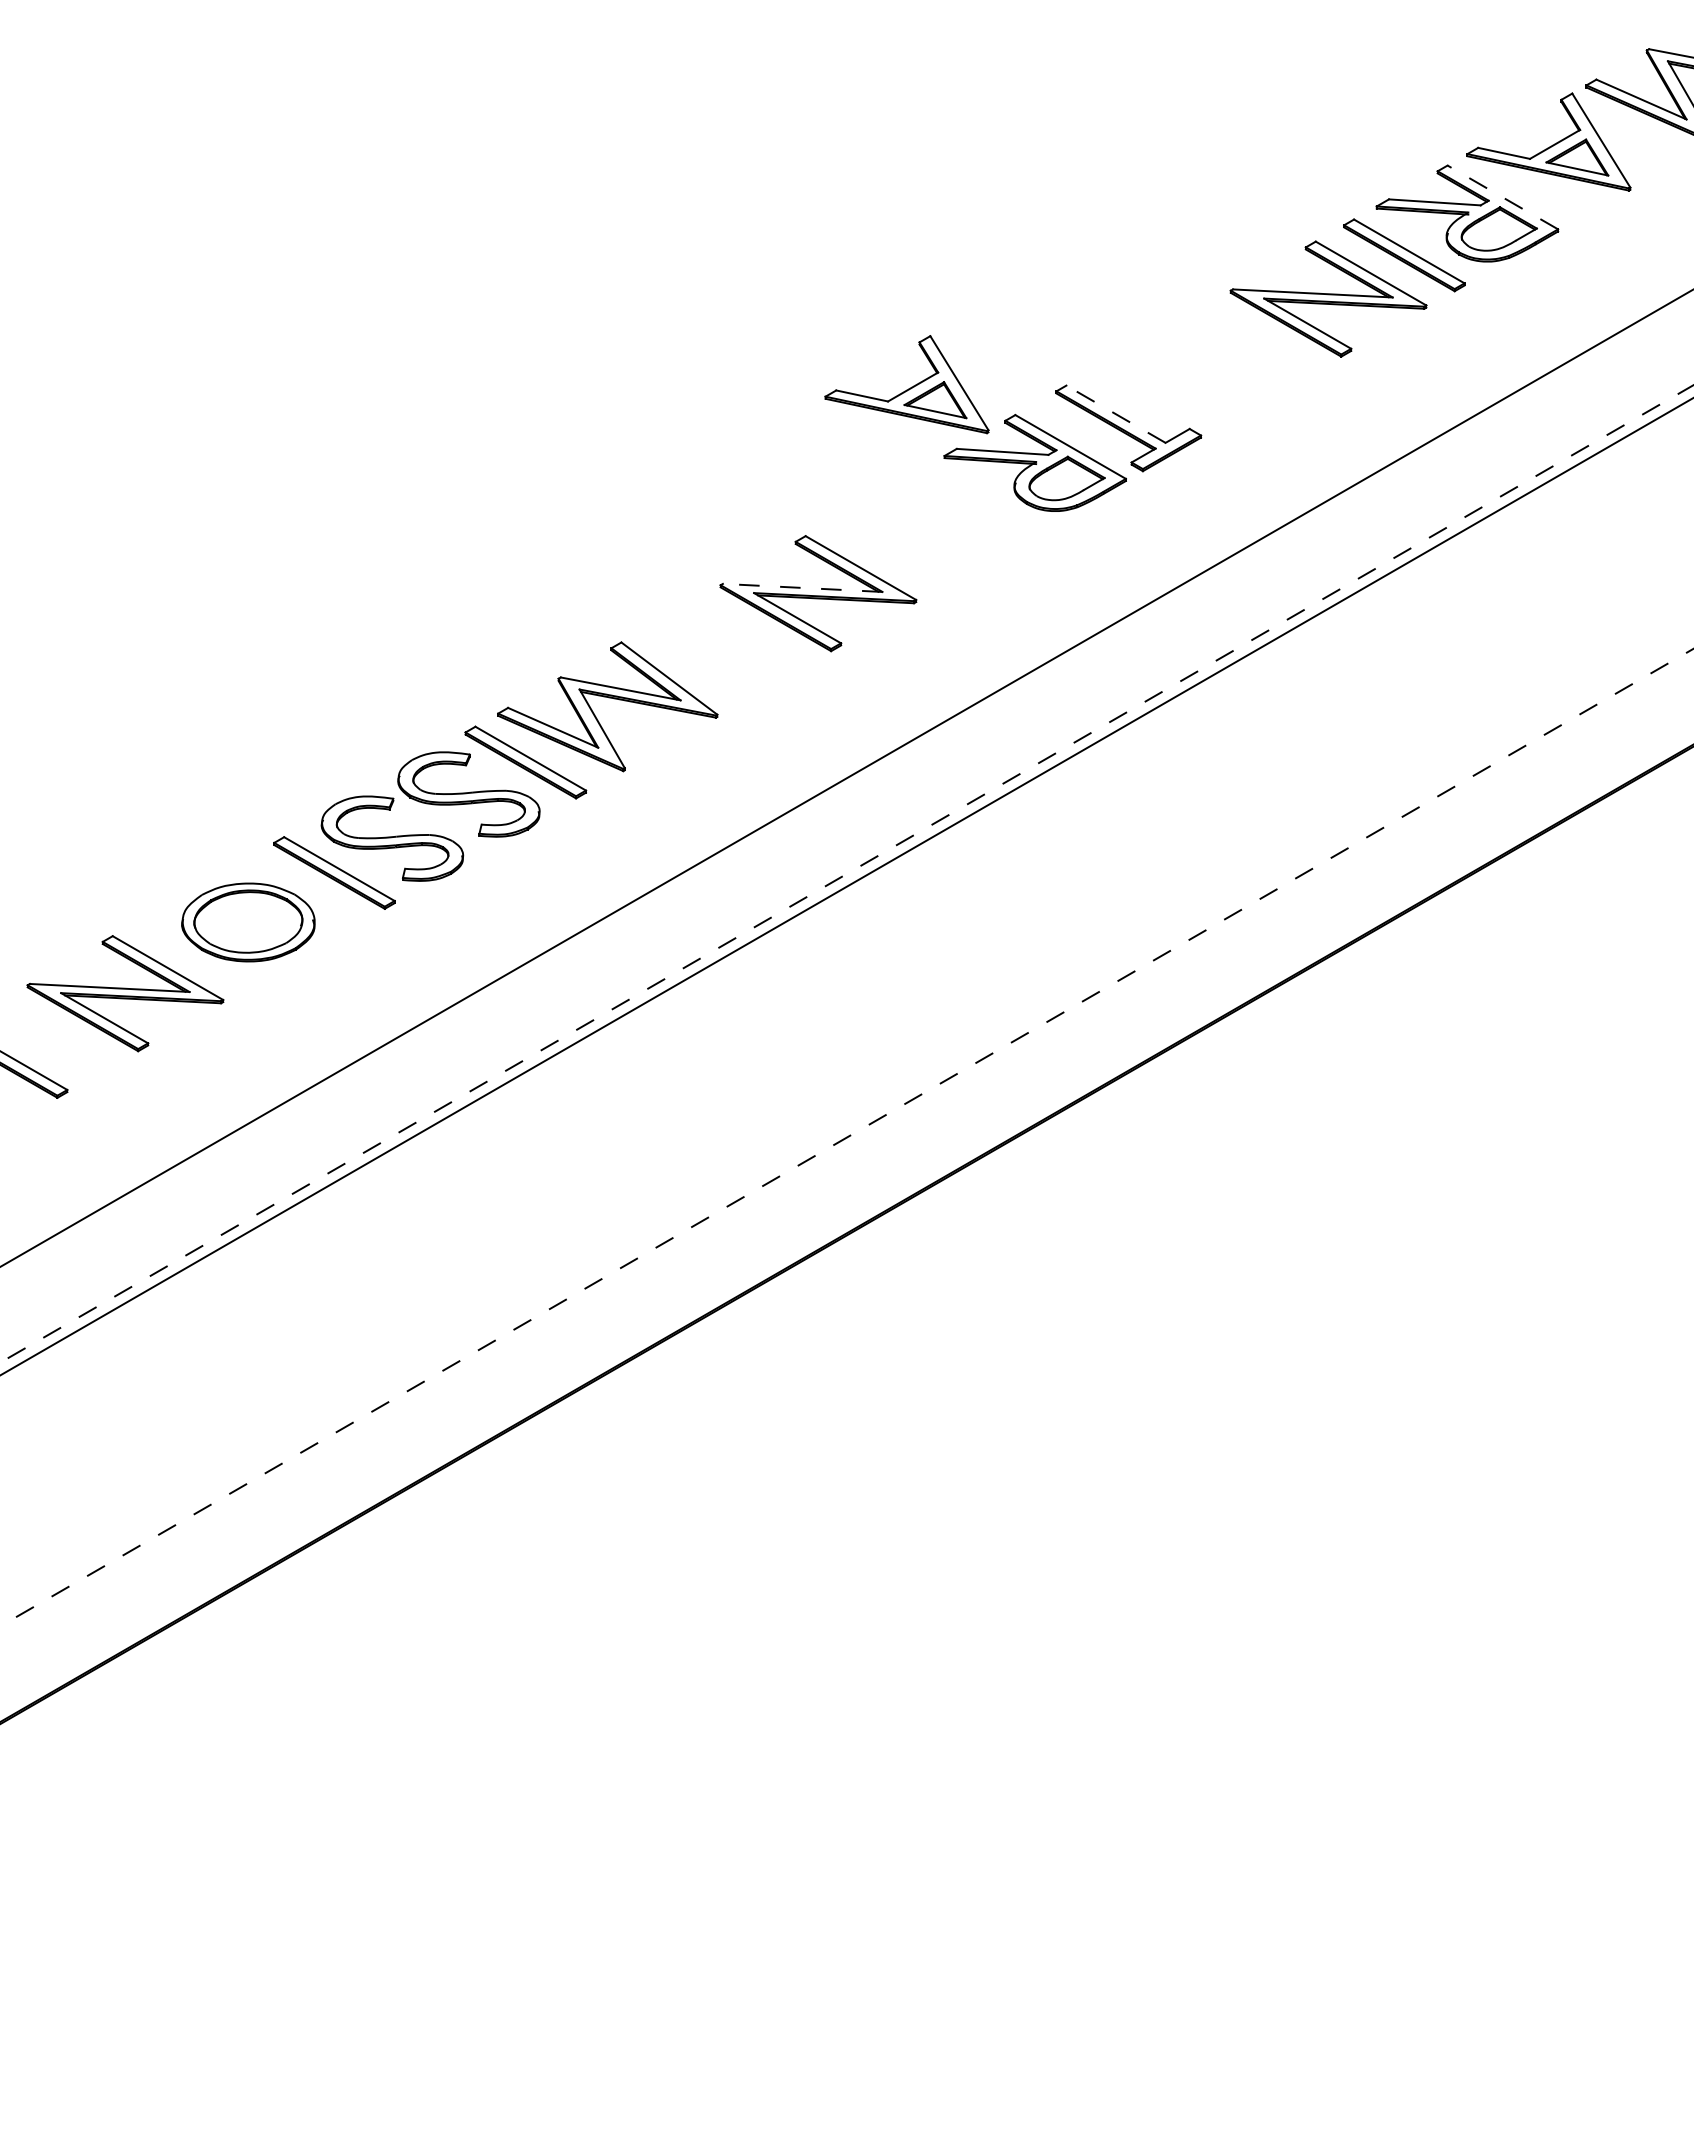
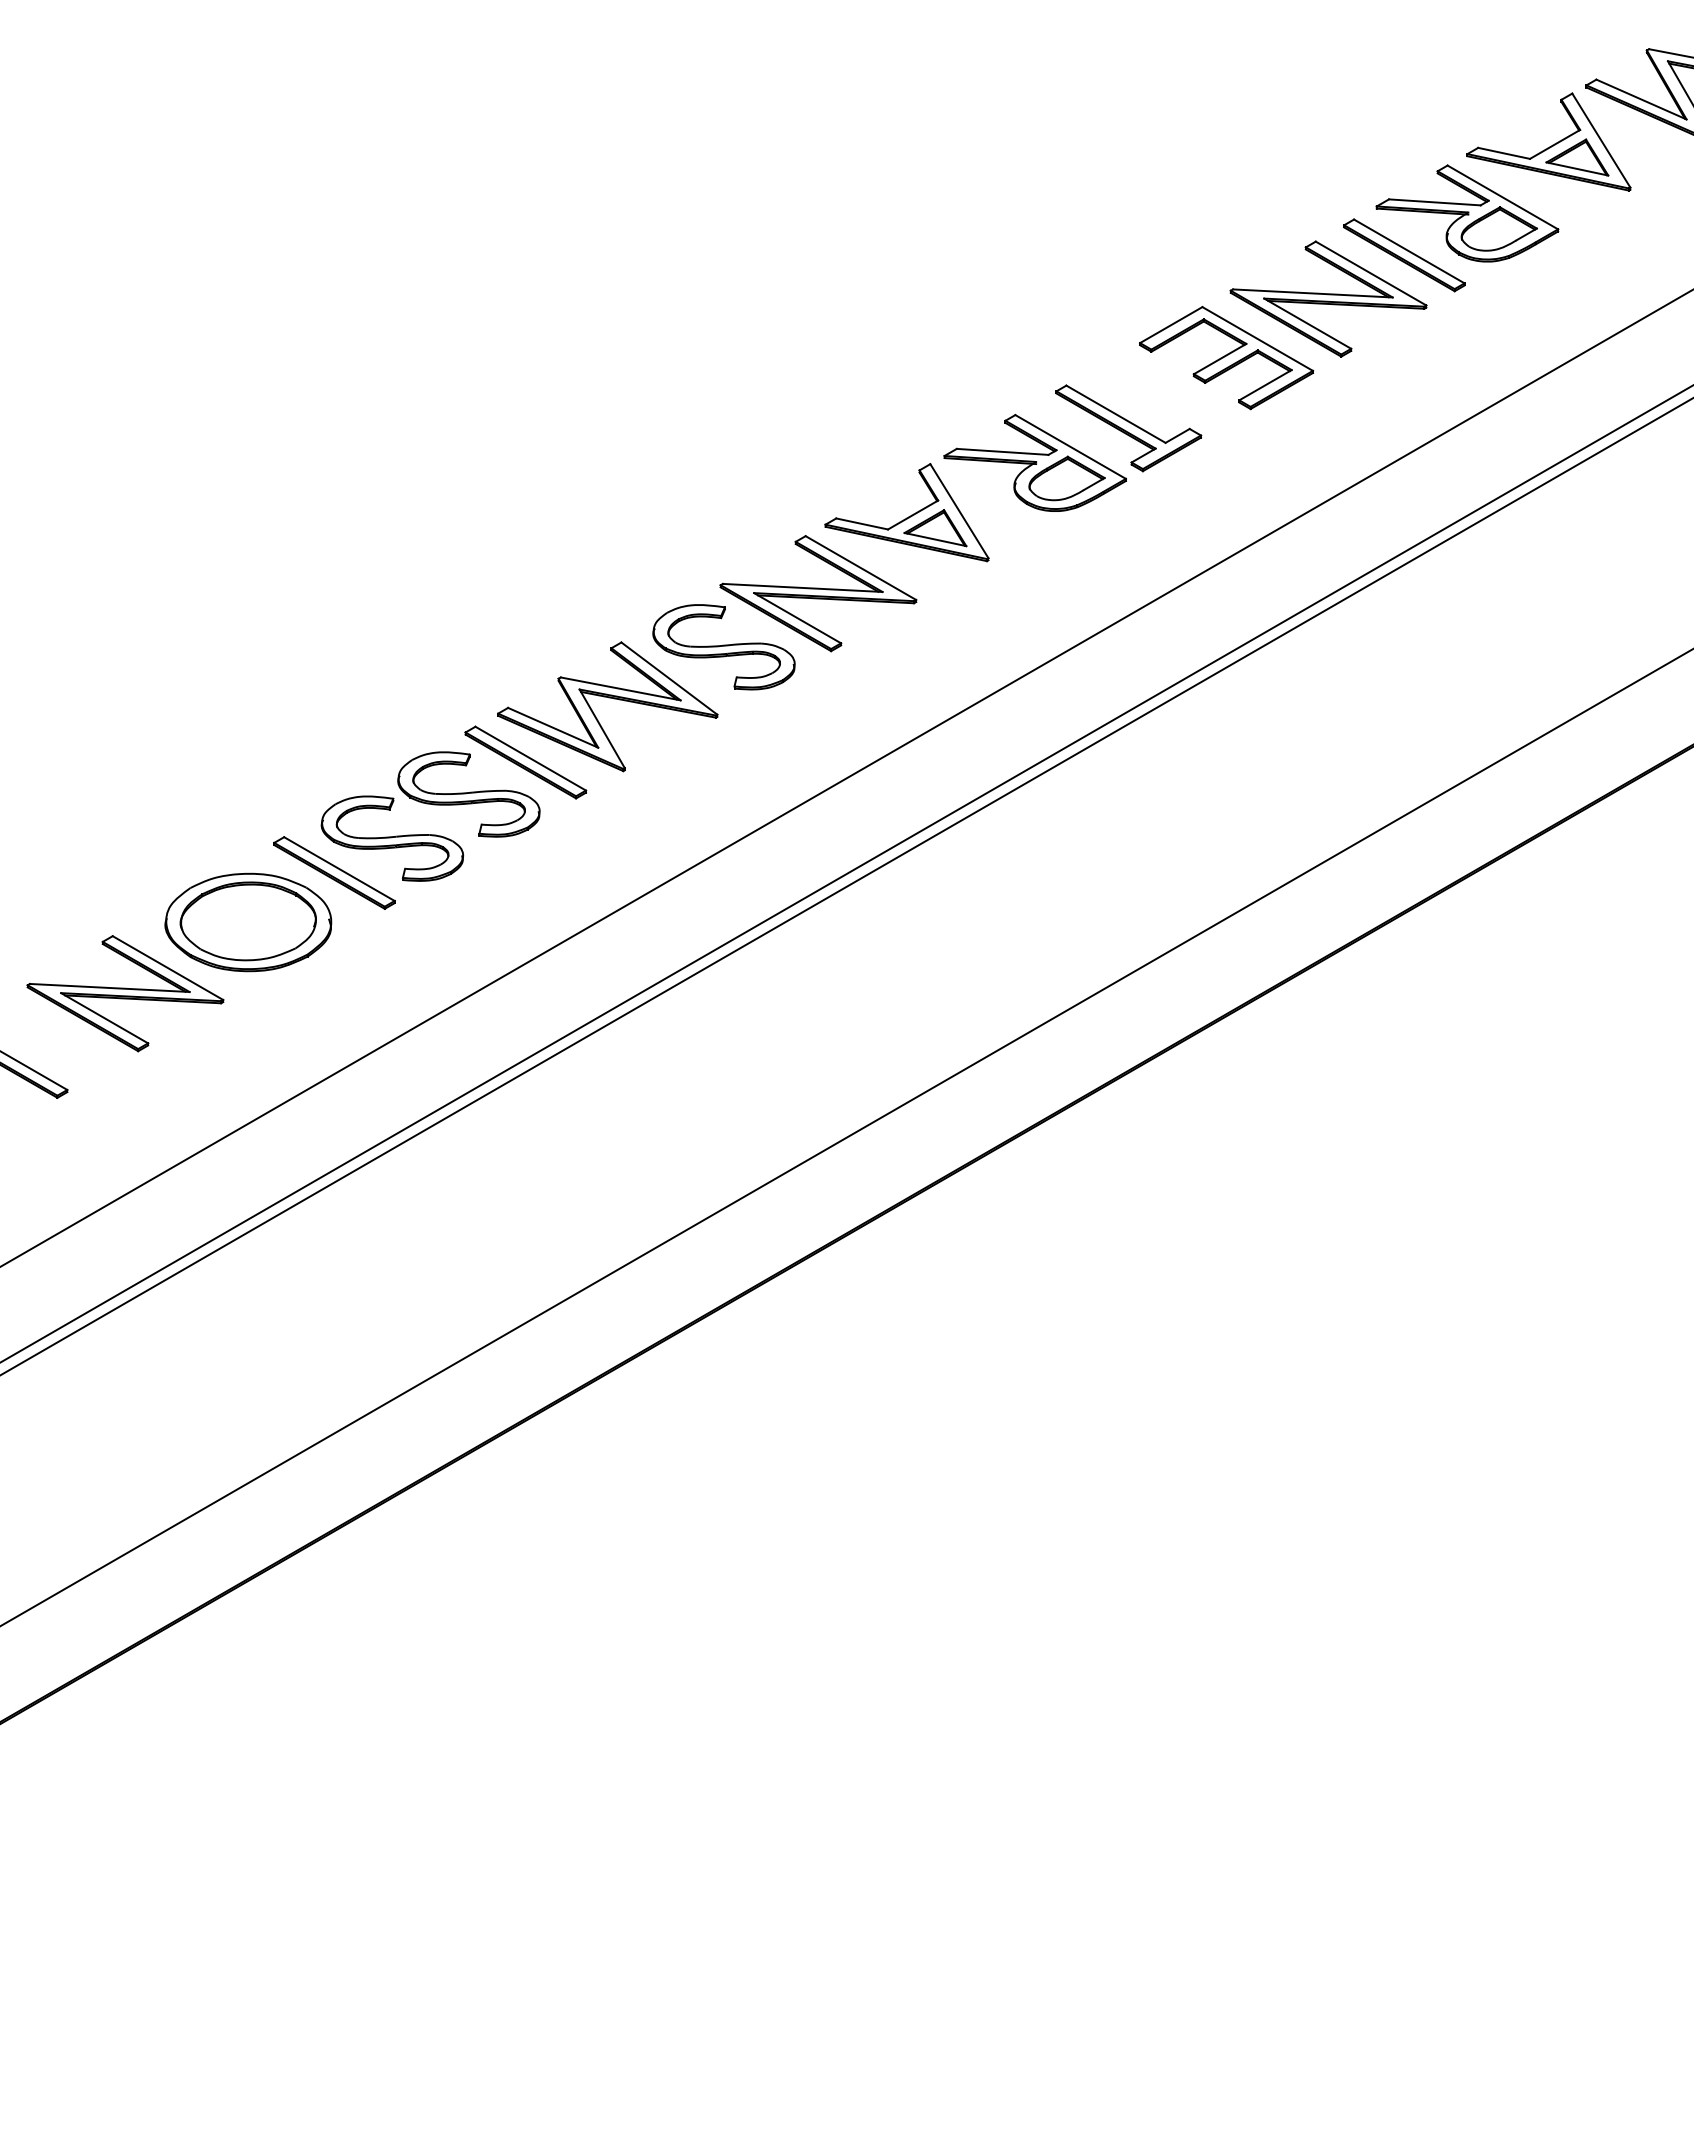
line at (1502, 197): dashed -> solid
part at (1226, 358): none -> present
part at (906, 384) position: (906, 384) -> (906, 512)
line at (1115, 414): dashed -> solid
line at (802, 587): dashed -> solid
part at (723, 647): none -> present
line at (847, 873): dashed -> solid
part at (248, 922) size: 135x81 px -> 169x101 px
line at (846, 1137): dashed -> solid
